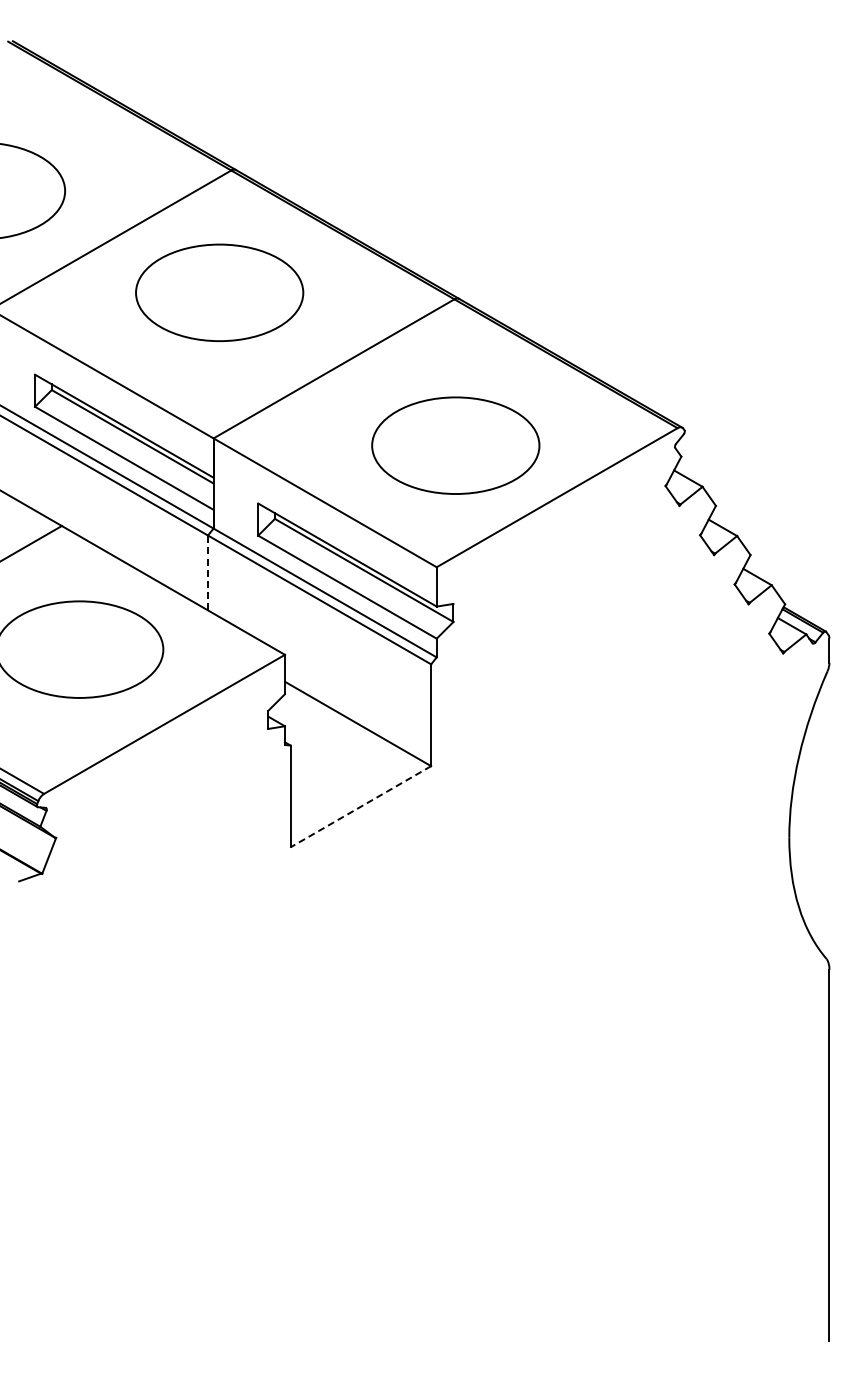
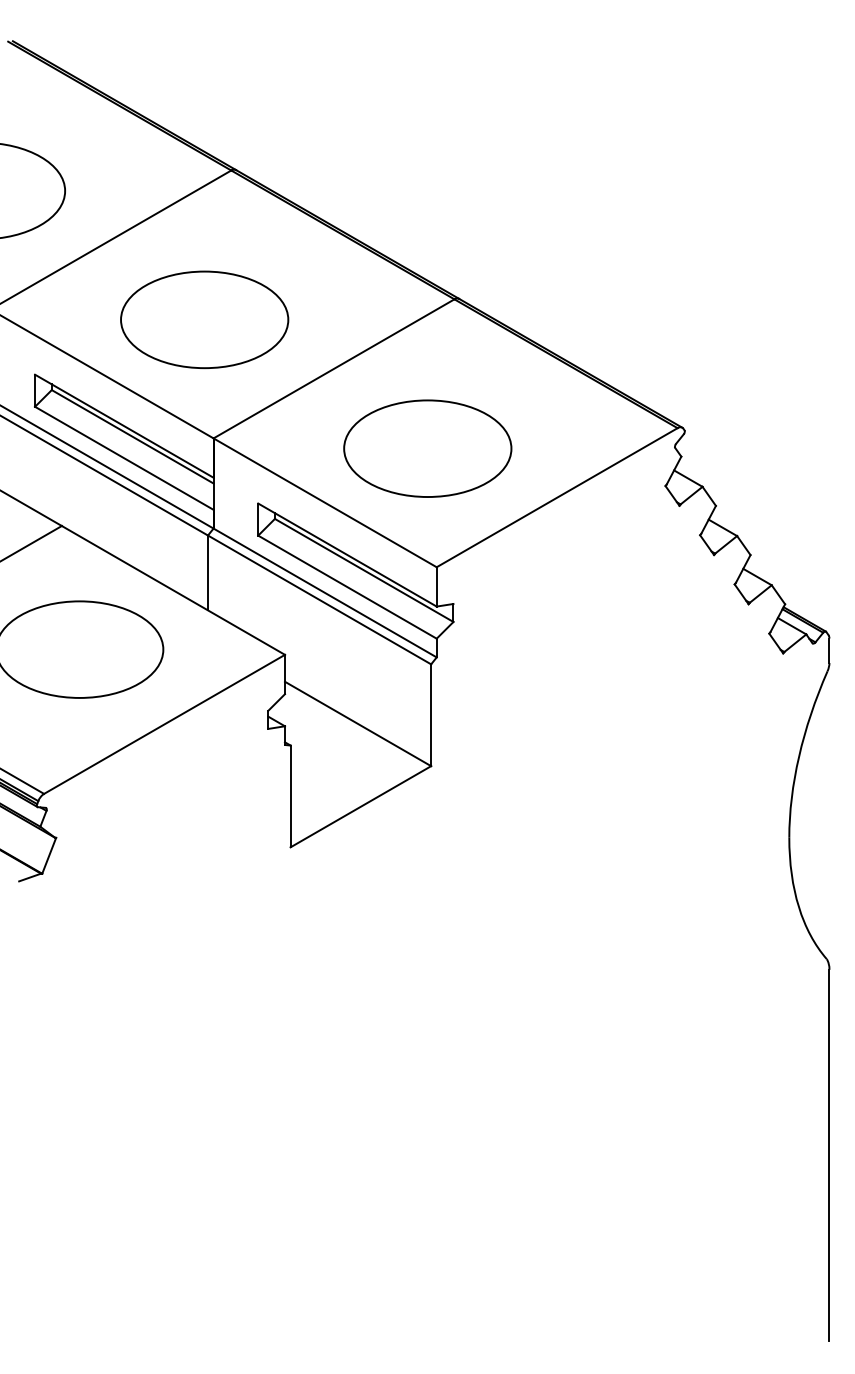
part at (219, 292) position: (219, 292) -> (204, 319)
part at (455, 445) position: (455, 445) -> (427, 448)
line at (208, 572): dashed -> solid
line at (360, 807): dashed -> solid
